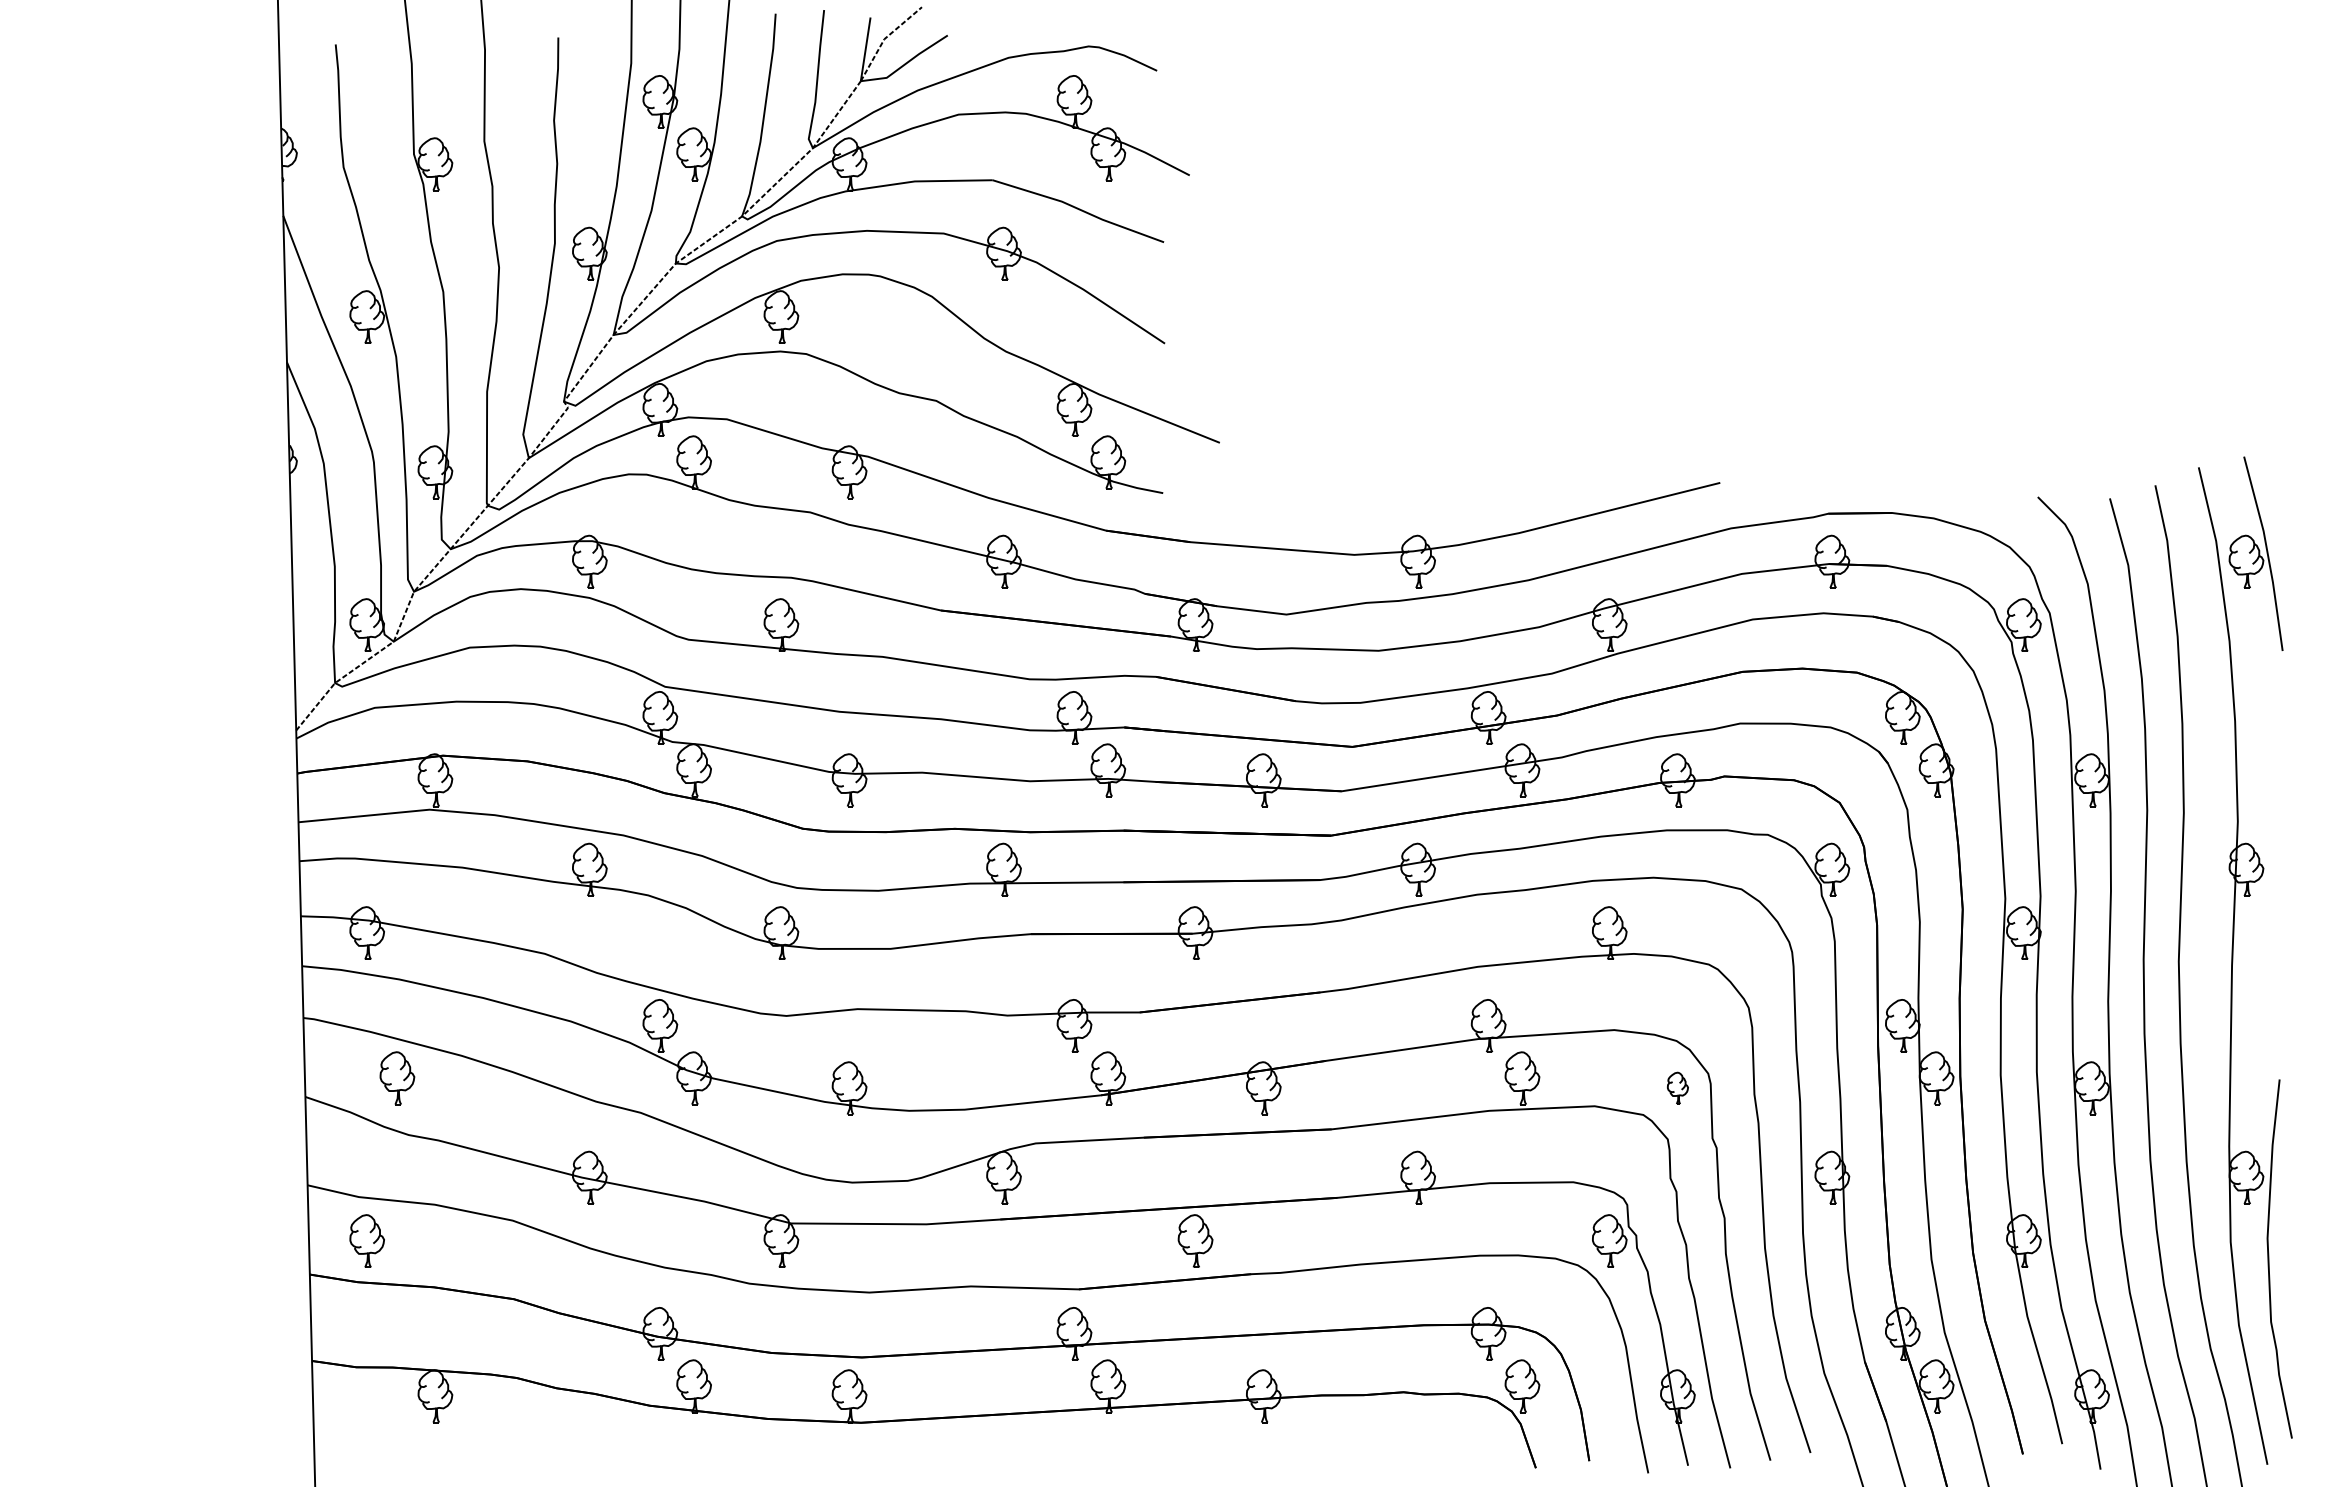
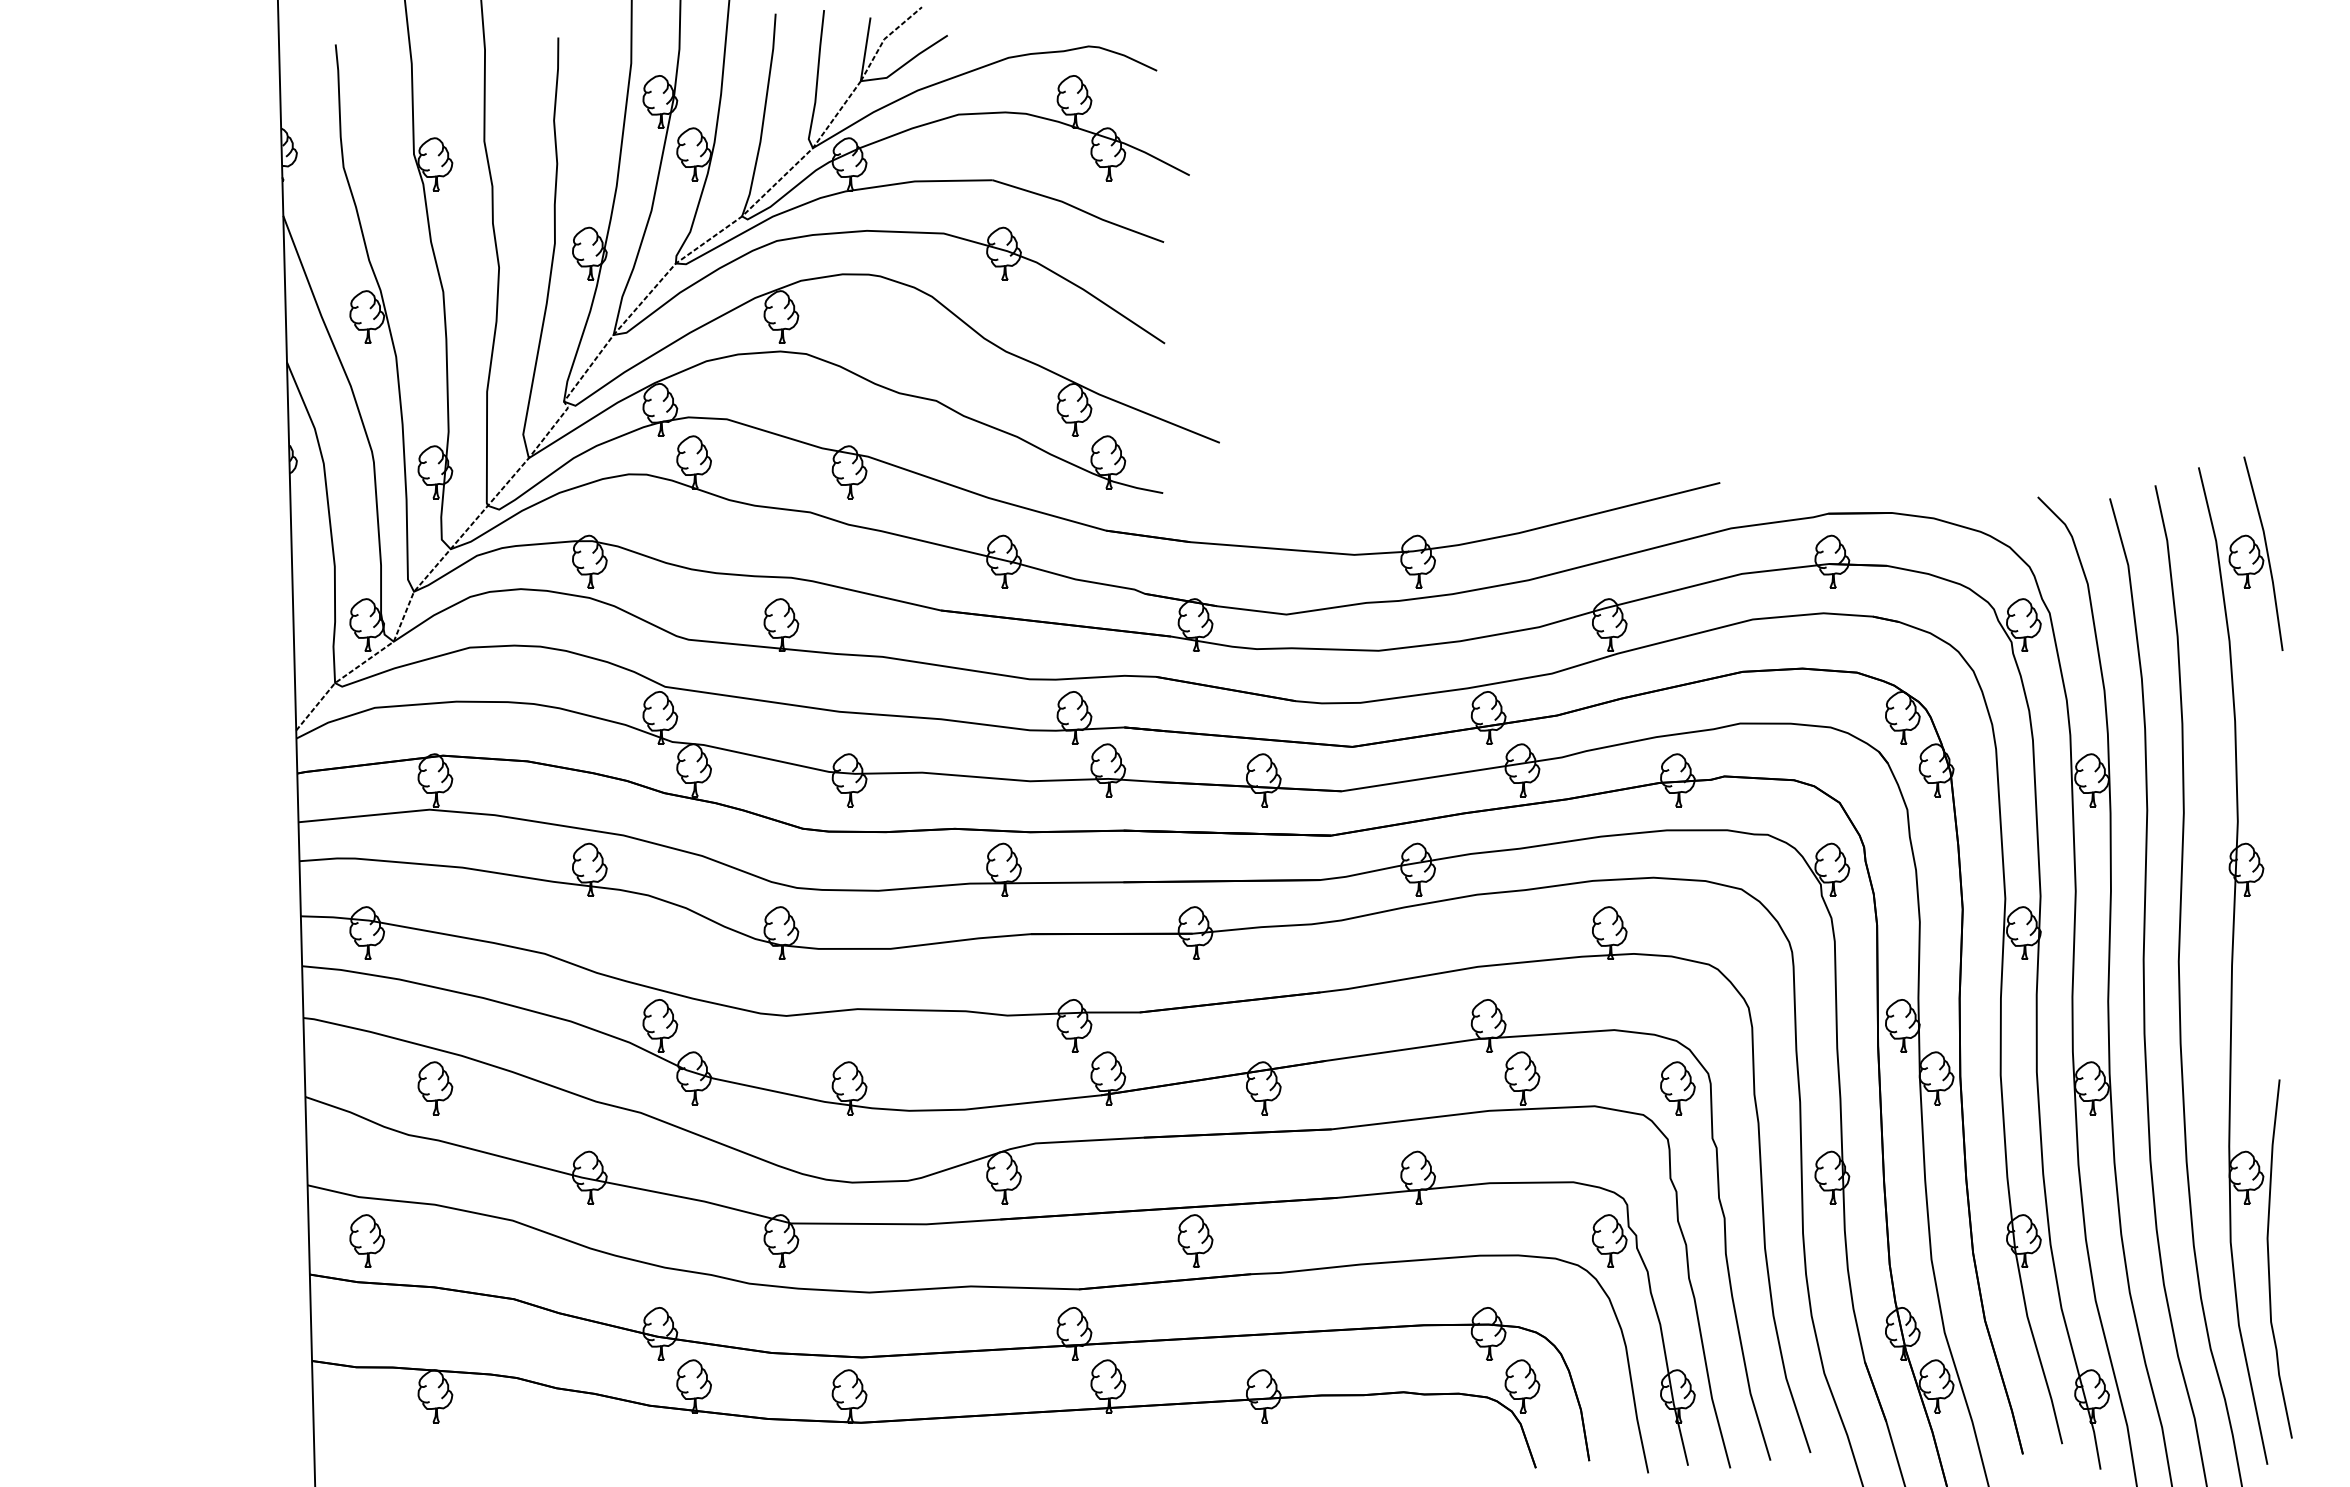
part at (397, 1078) position: (397, 1078) -> (435, 1088)
part at (1677, 1087) size: 22x34 px -> 36x55 px
